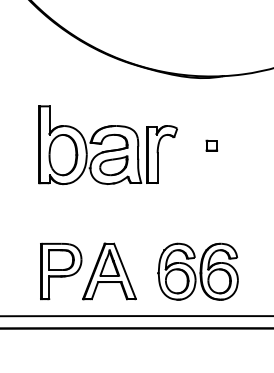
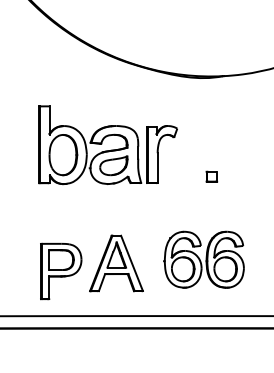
part at (211, 145) position: (211, 145) -> (211, 176)
part at (109, 271) position: (109, 271) -> (116, 263)
part at (197, 271) position: (197, 271) -> (203, 259)
